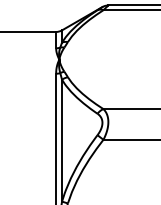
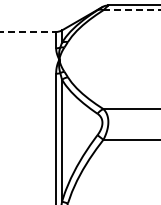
line at (132, 10): solid -> dashed
line at (28, 31): solid -> dashed
